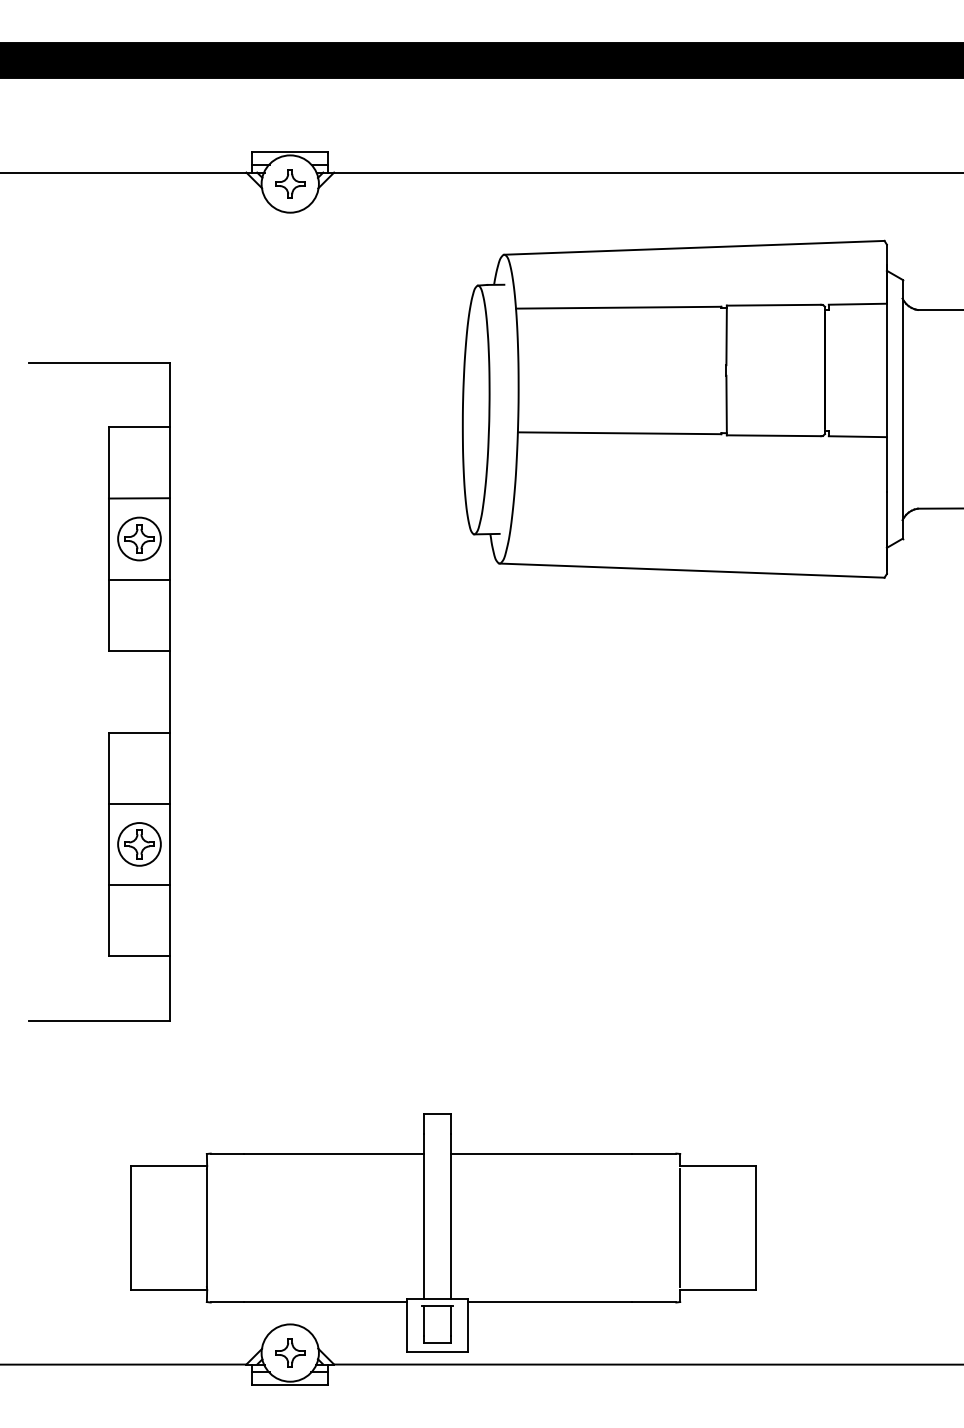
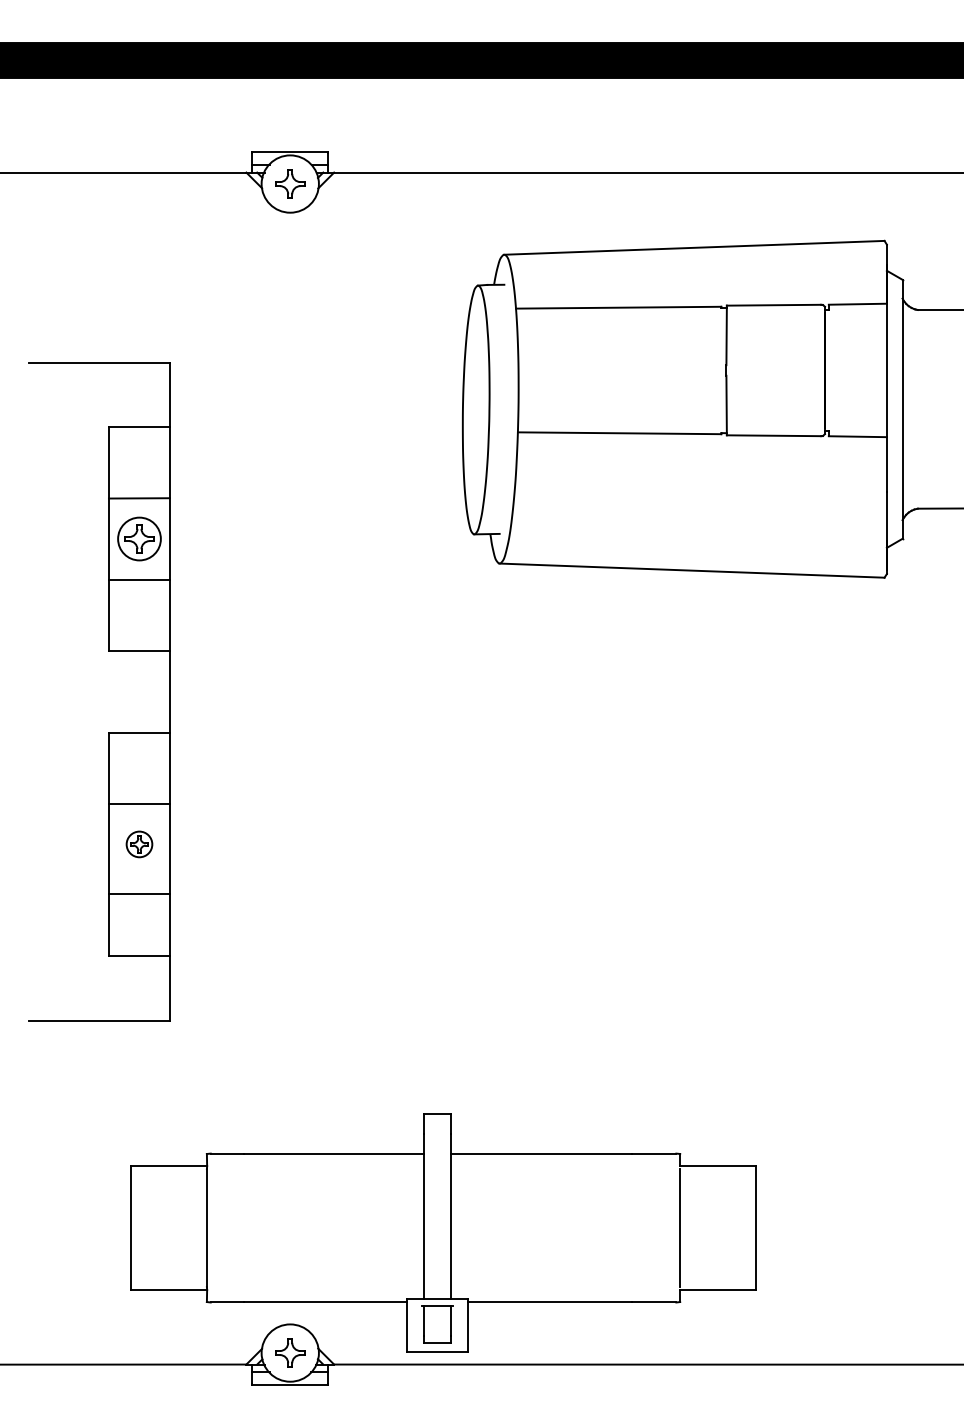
part at (139, 844) size: 45x45 px -> 29x29 px
line at (138, 885) position: (138, 885) -> (138, 894)
